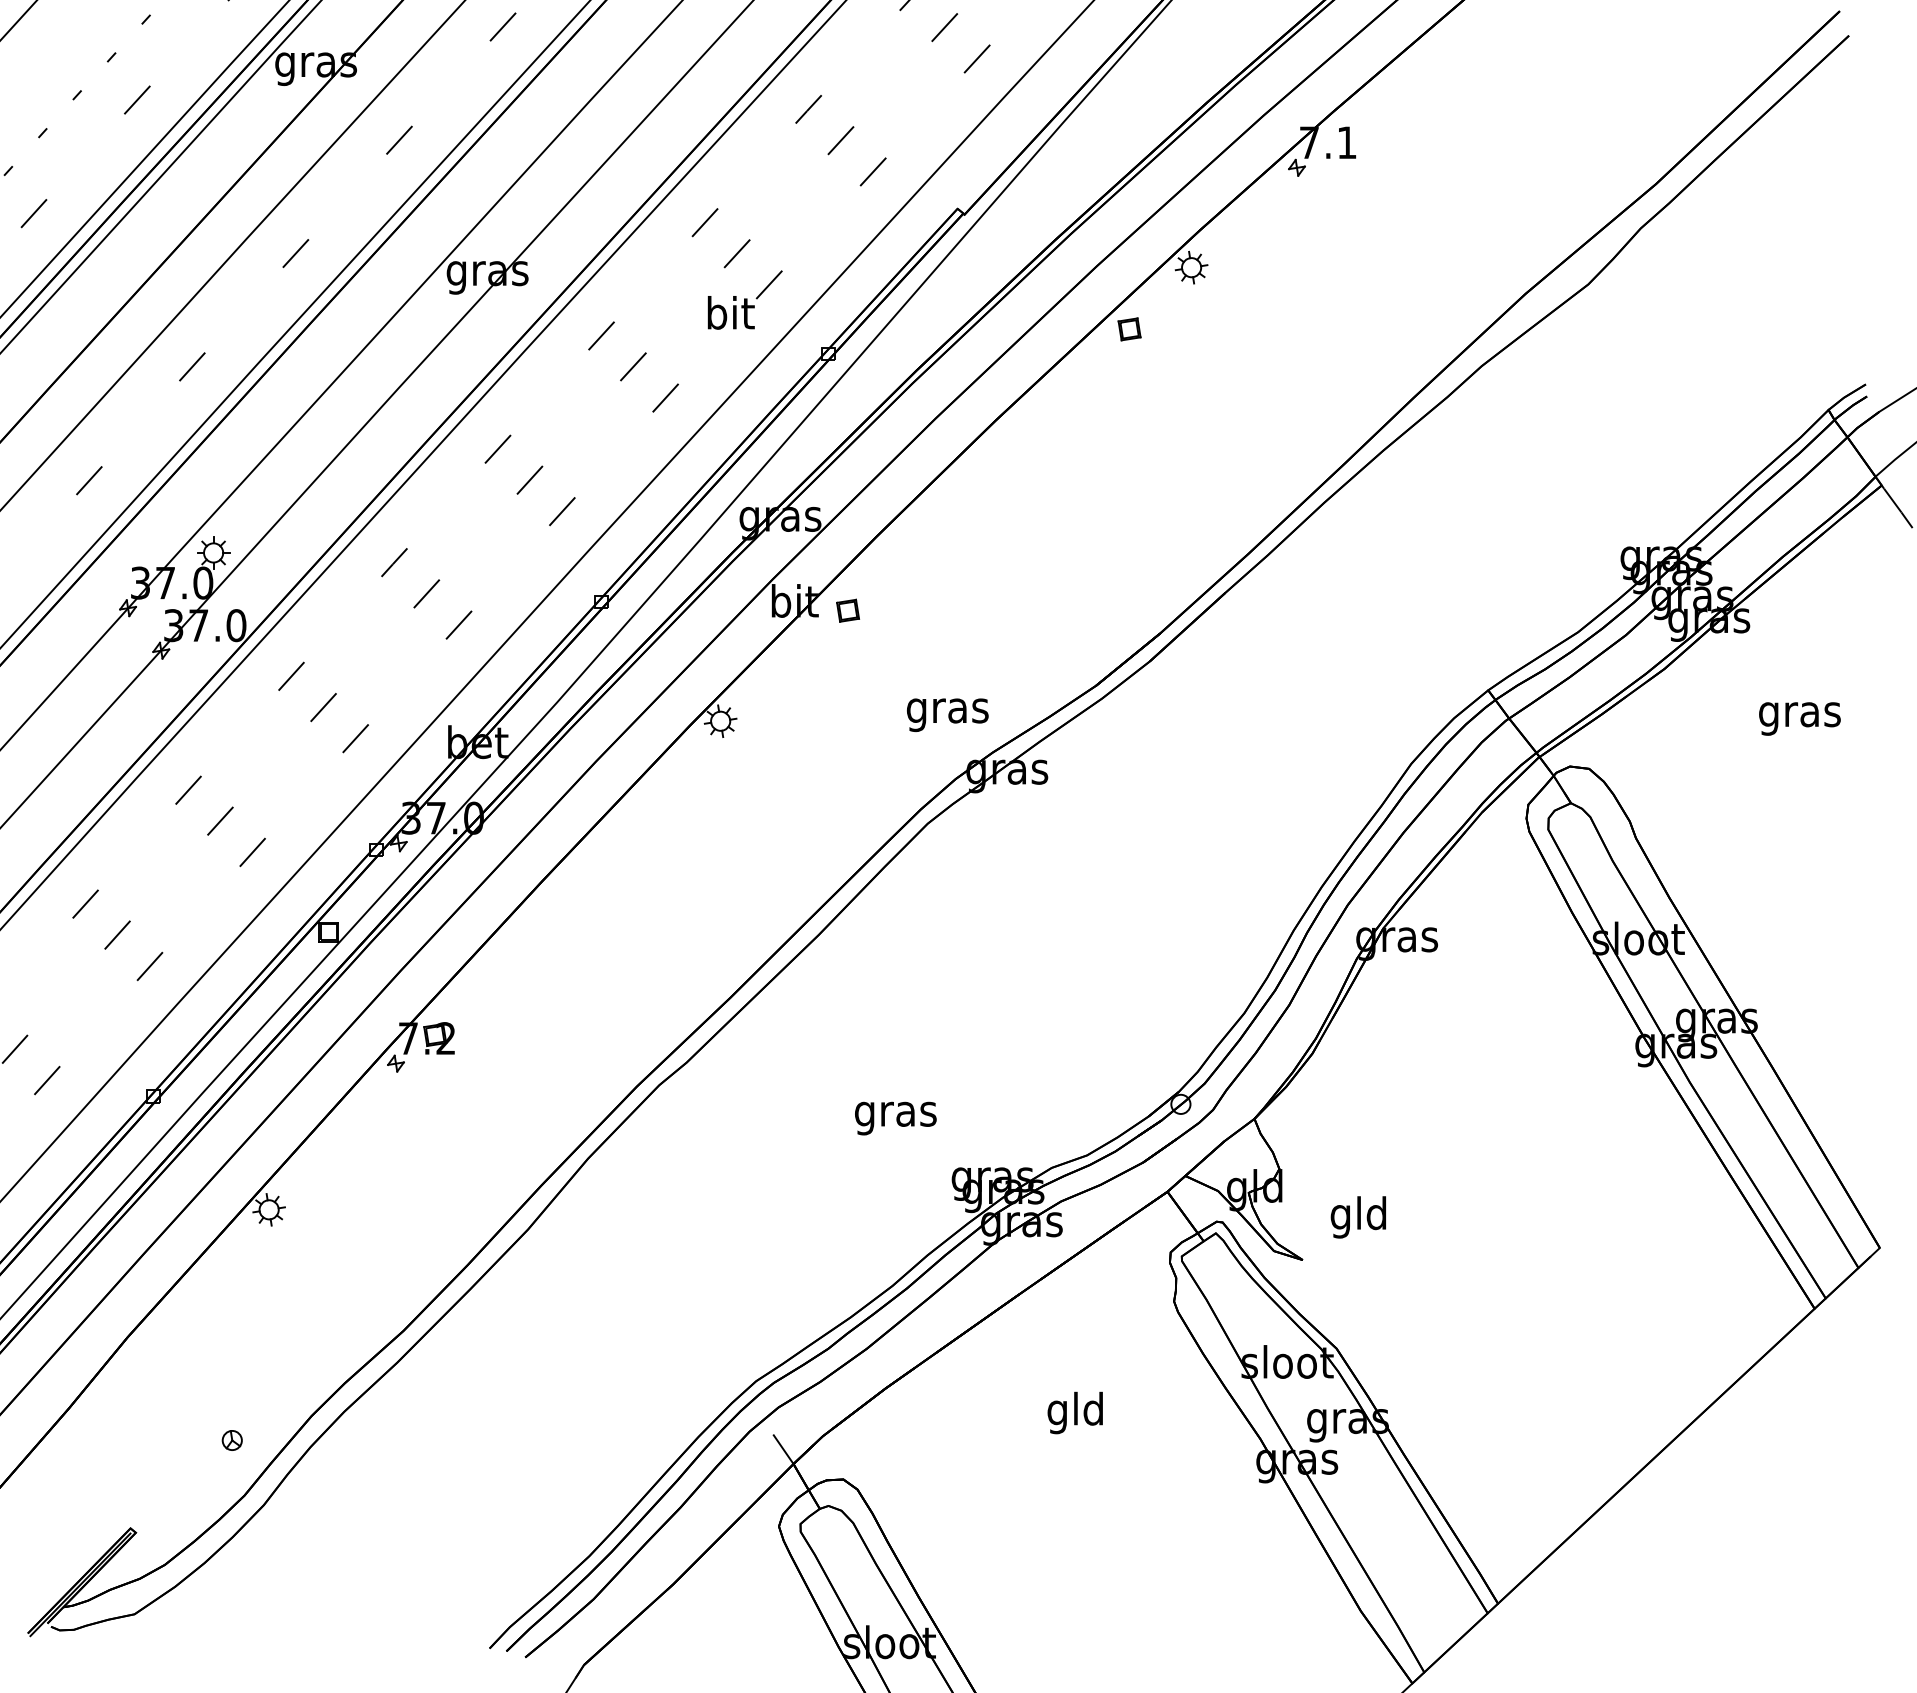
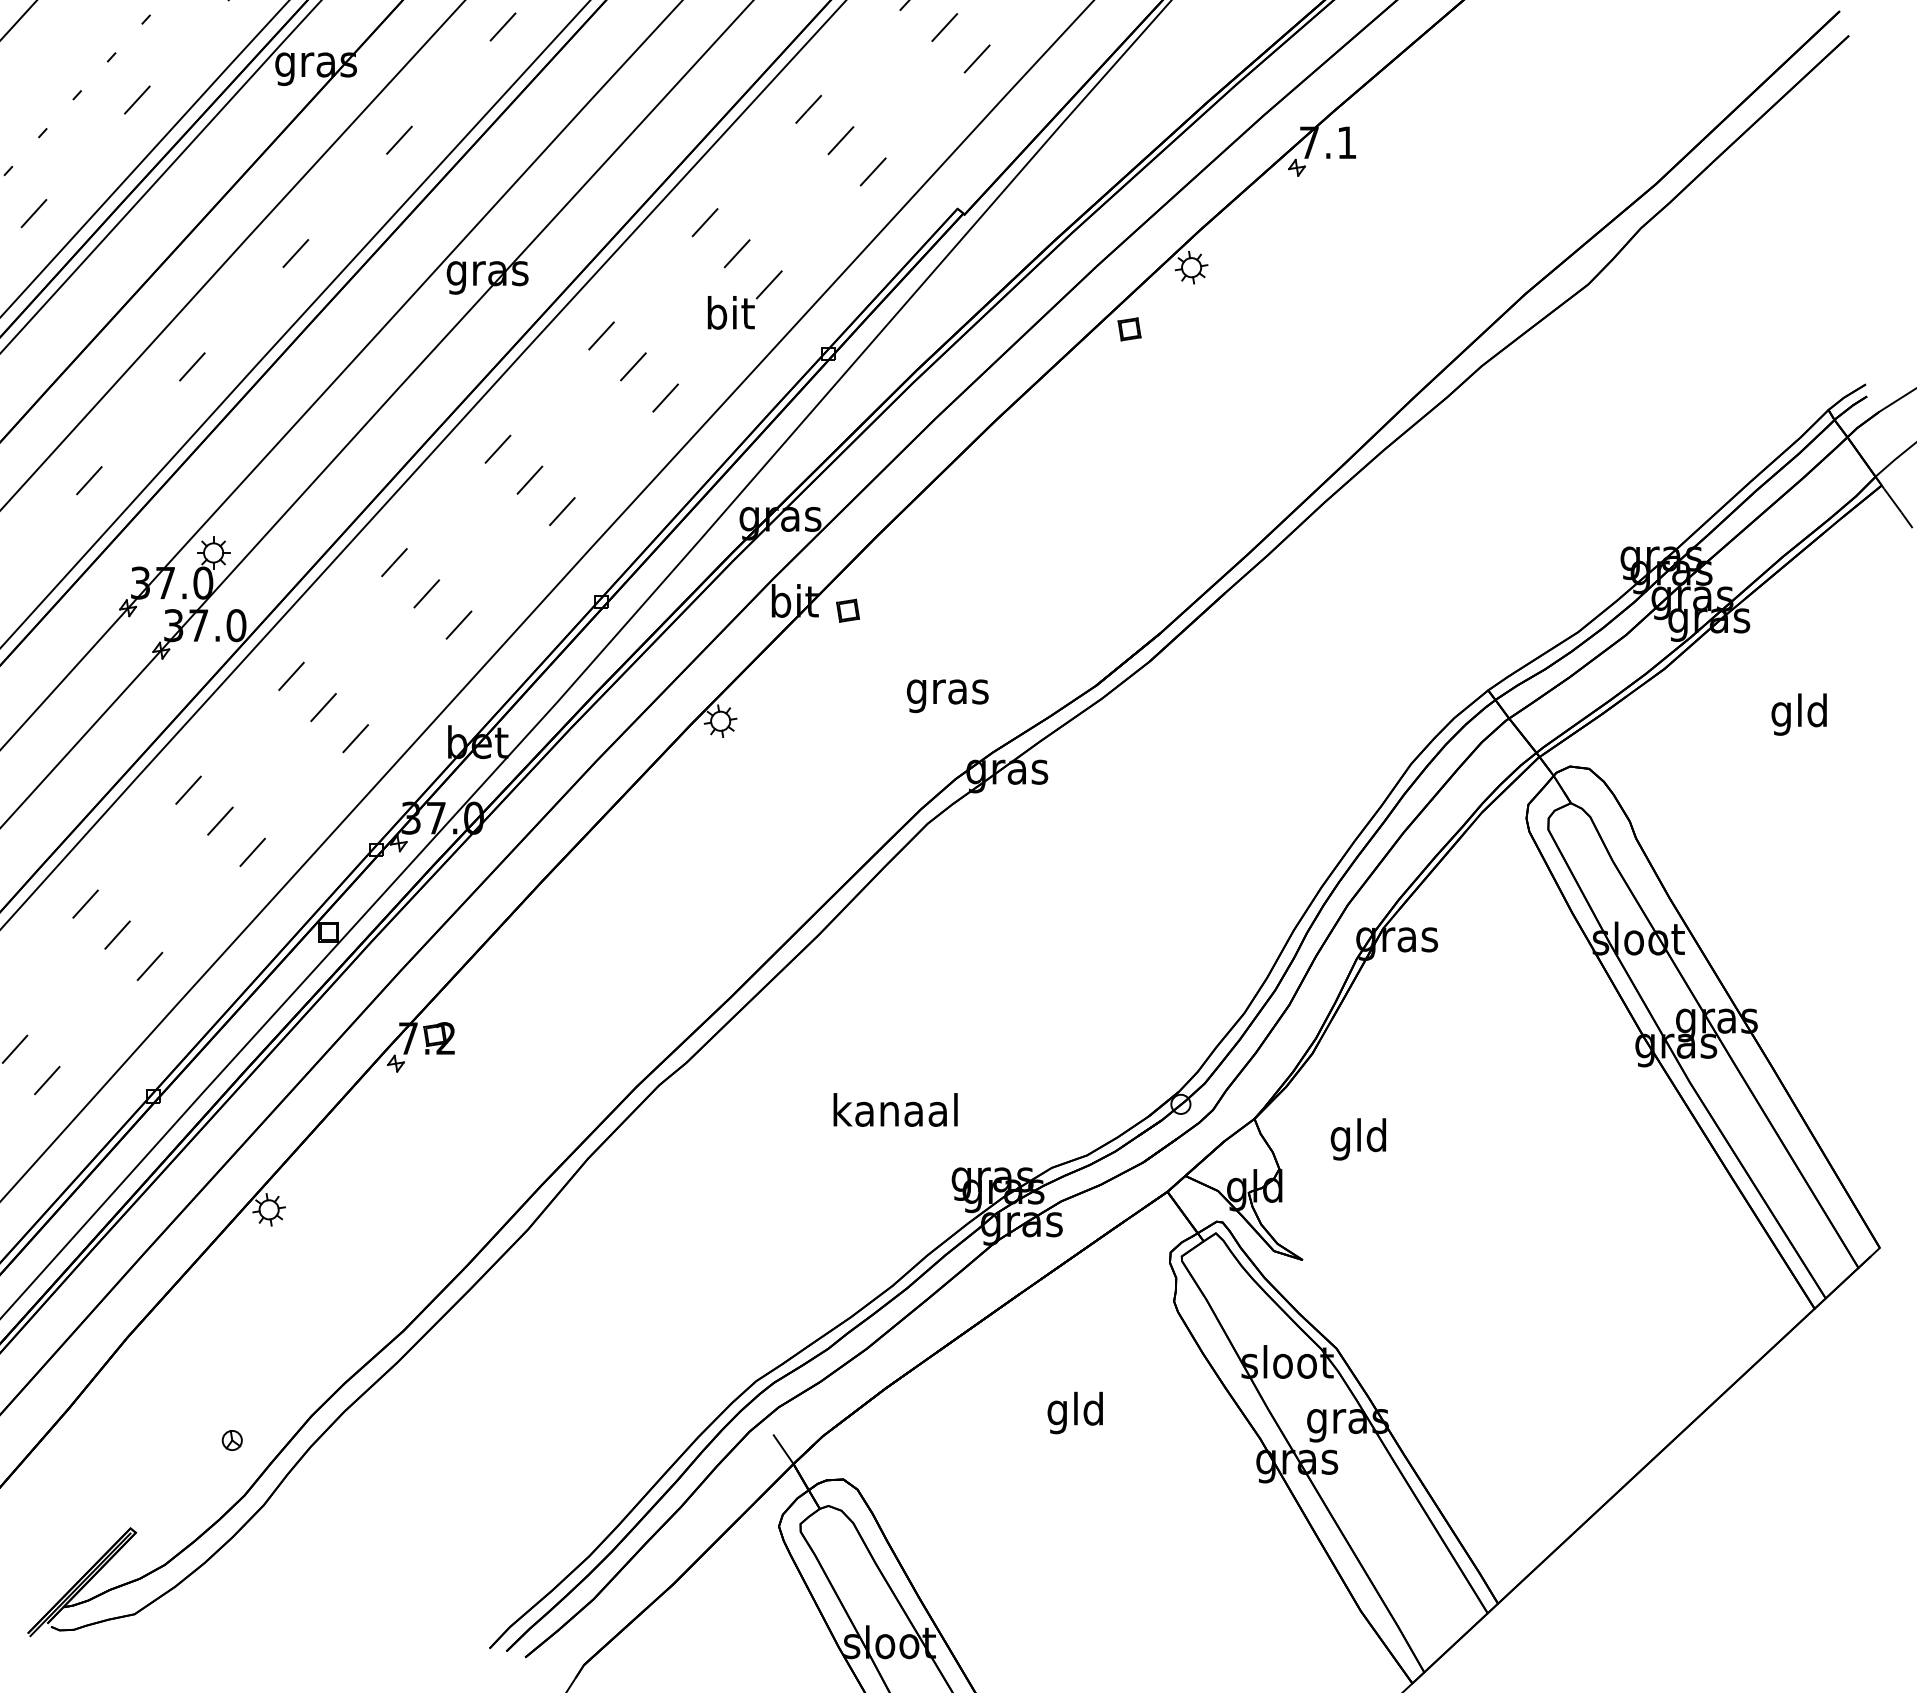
text at (947, 714) position: (947, 714) -> (947, 695)
text at (1799, 714): gras -> gld
text at (895, 1114): gras -> kanaal
text at (1357, 1217) position: (1357, 1217) -> (1357, 1139)
